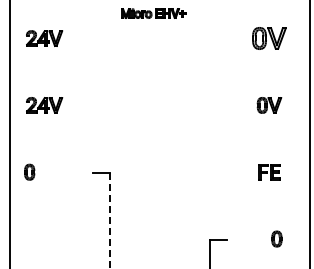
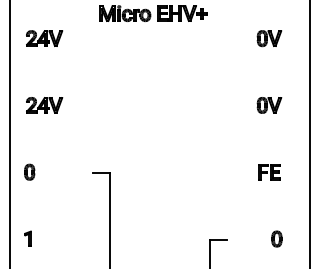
part at (153, 13) size: 66x11 px -> 109x17 px
part at (269, 38) size: 35x23 px -> 27x18 px
line at (109, 221): dashed -> solid
part at (27, 238): none -> present
